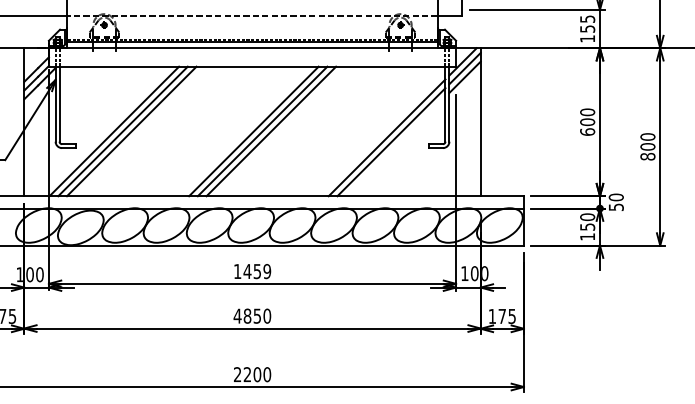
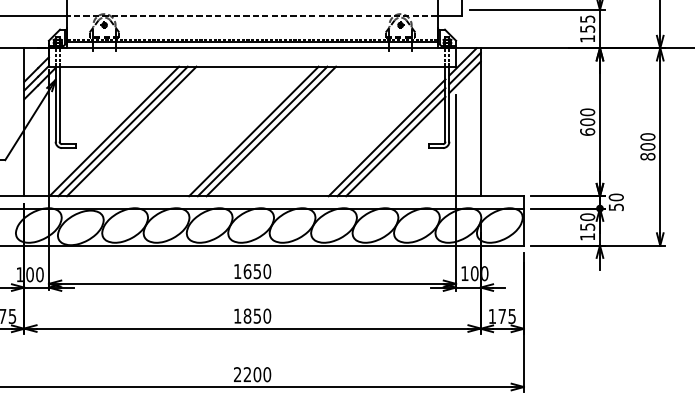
line at (395, 146): none -> present
text at (257, 271): 1459 -> 1650
text at (237, 315): 4850 -> 1850
